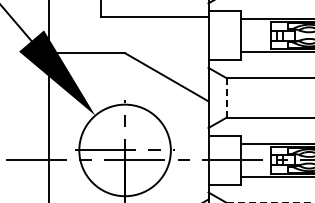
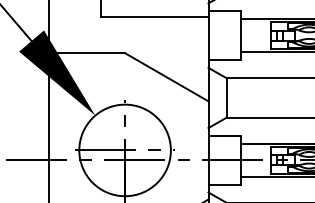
line at (226, 97): dashed -> solid
line at (270, 202): dashed -> solid
